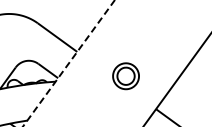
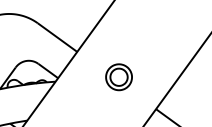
line at (68, 63): dashed -> solid
part at (125, 76) position: (125, 76) -> (118, 77)
